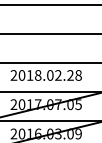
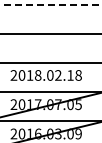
line at (51, 4): solid -> dashed
text at (70, 75): 2018.02.28 -> 2018.02.18
